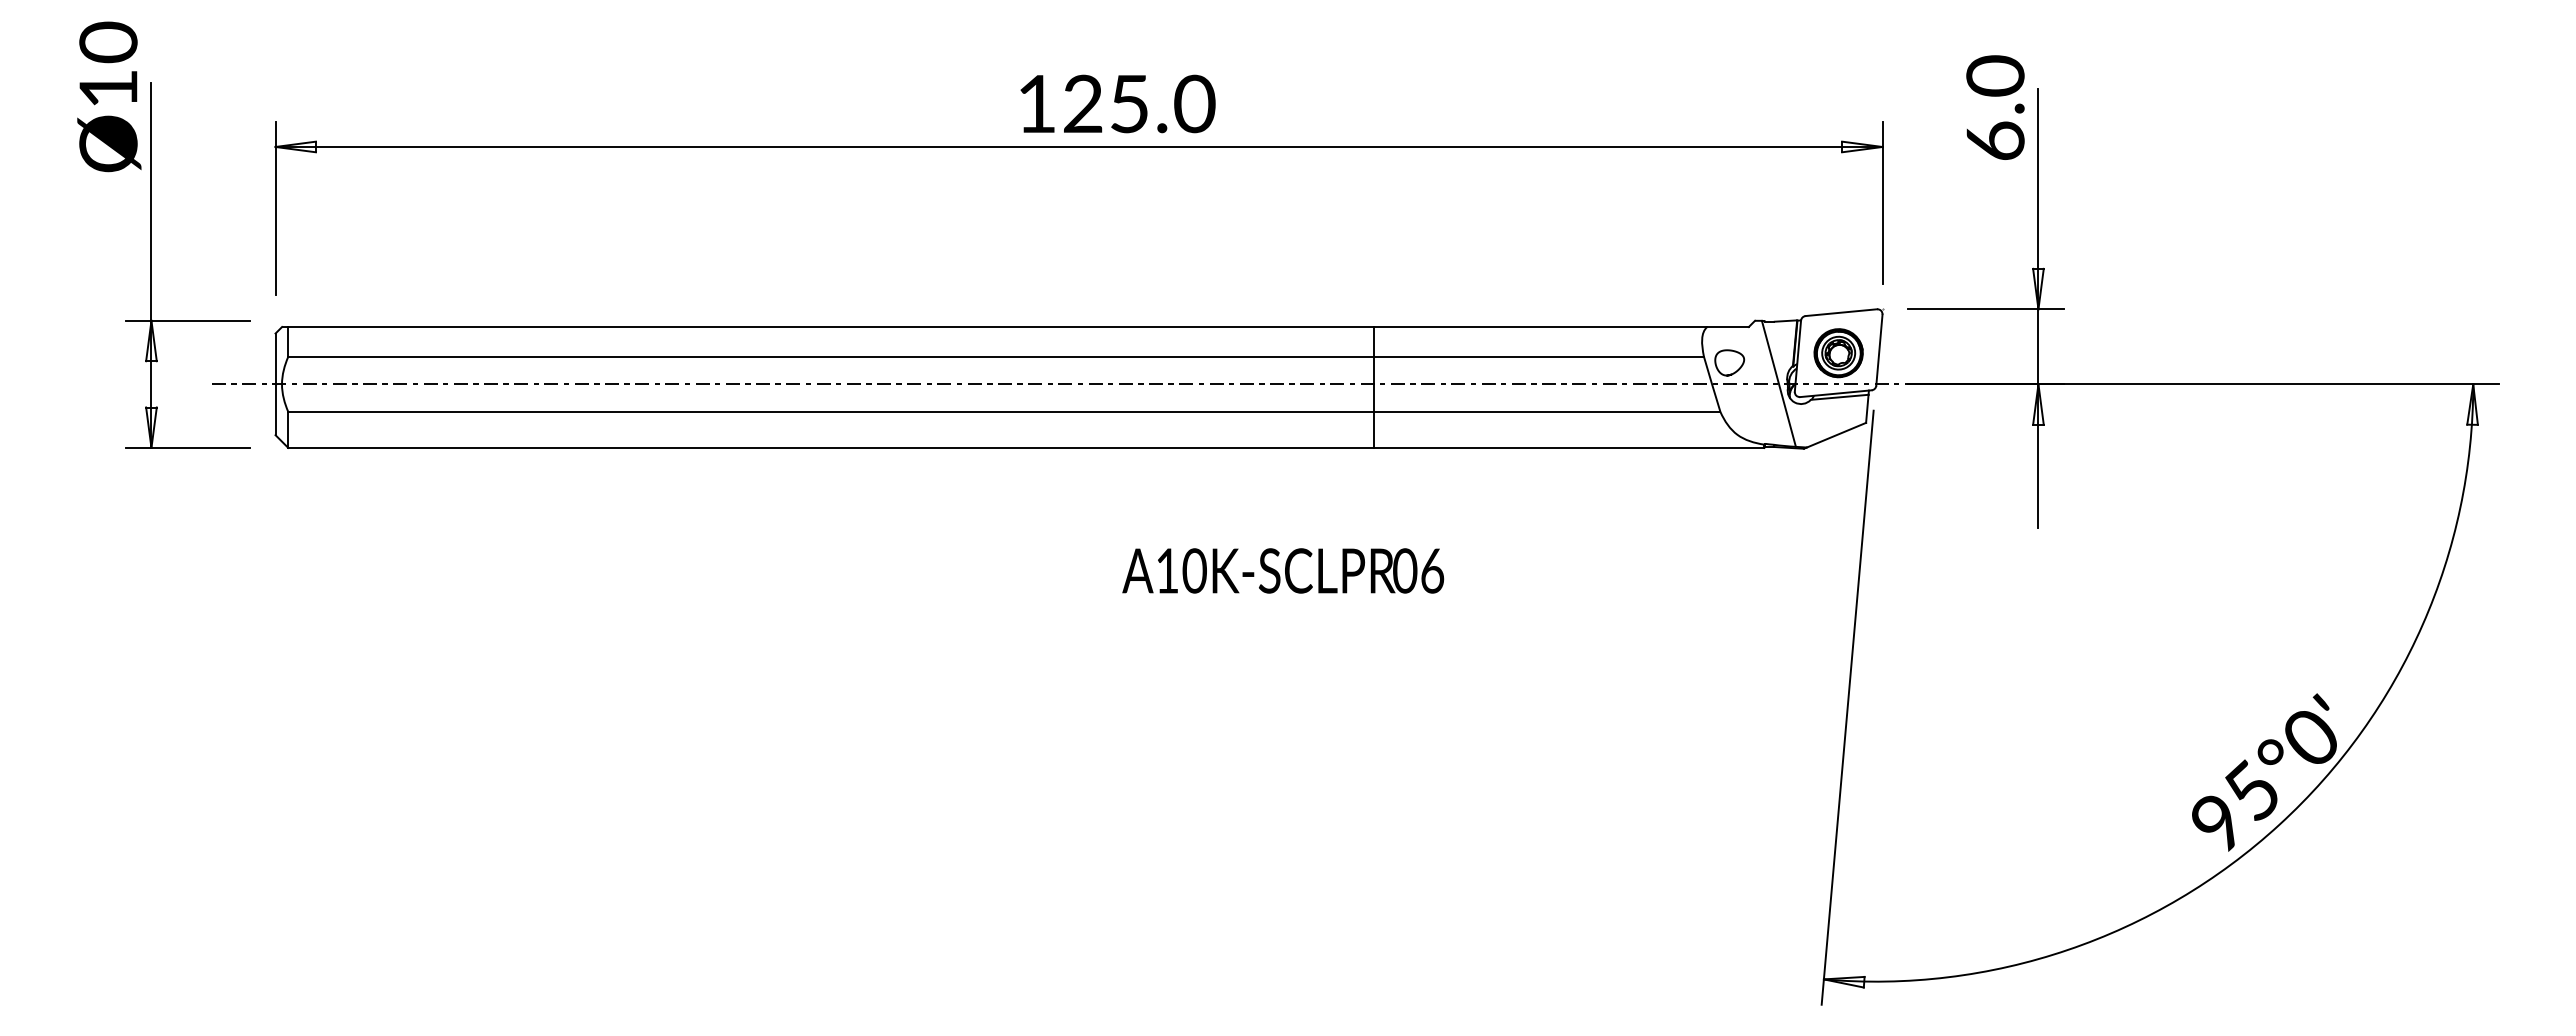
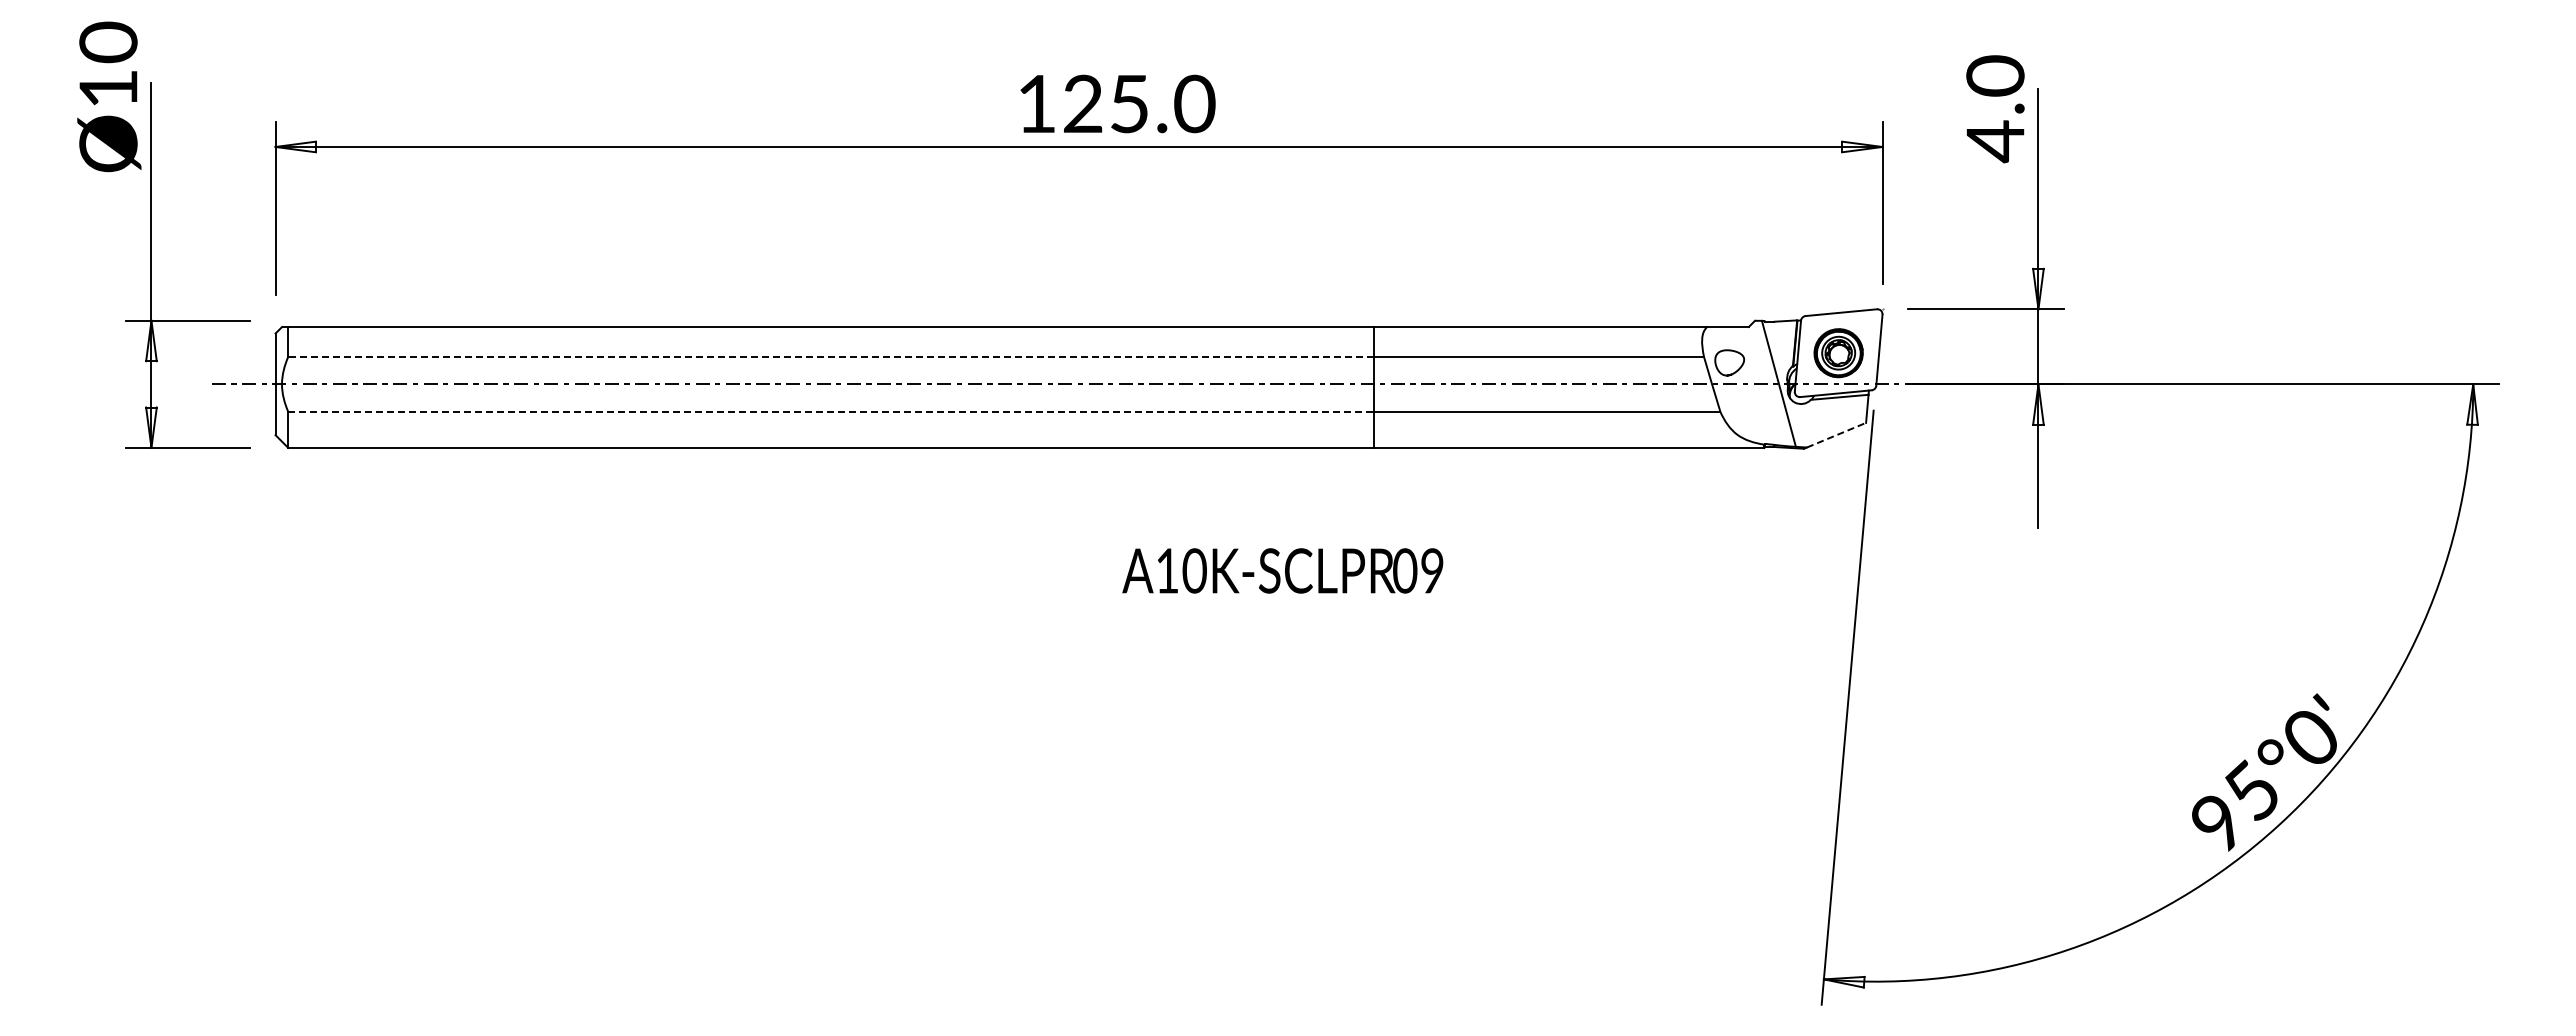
text at (1995, 141): 6.0 -> 4.0
line at (831, 356): solid -> dashed
line at (831, 411): solid -> dashed
line at (1837, 435): solid -> dashed
text at (1432, 570): 06 -> 09
